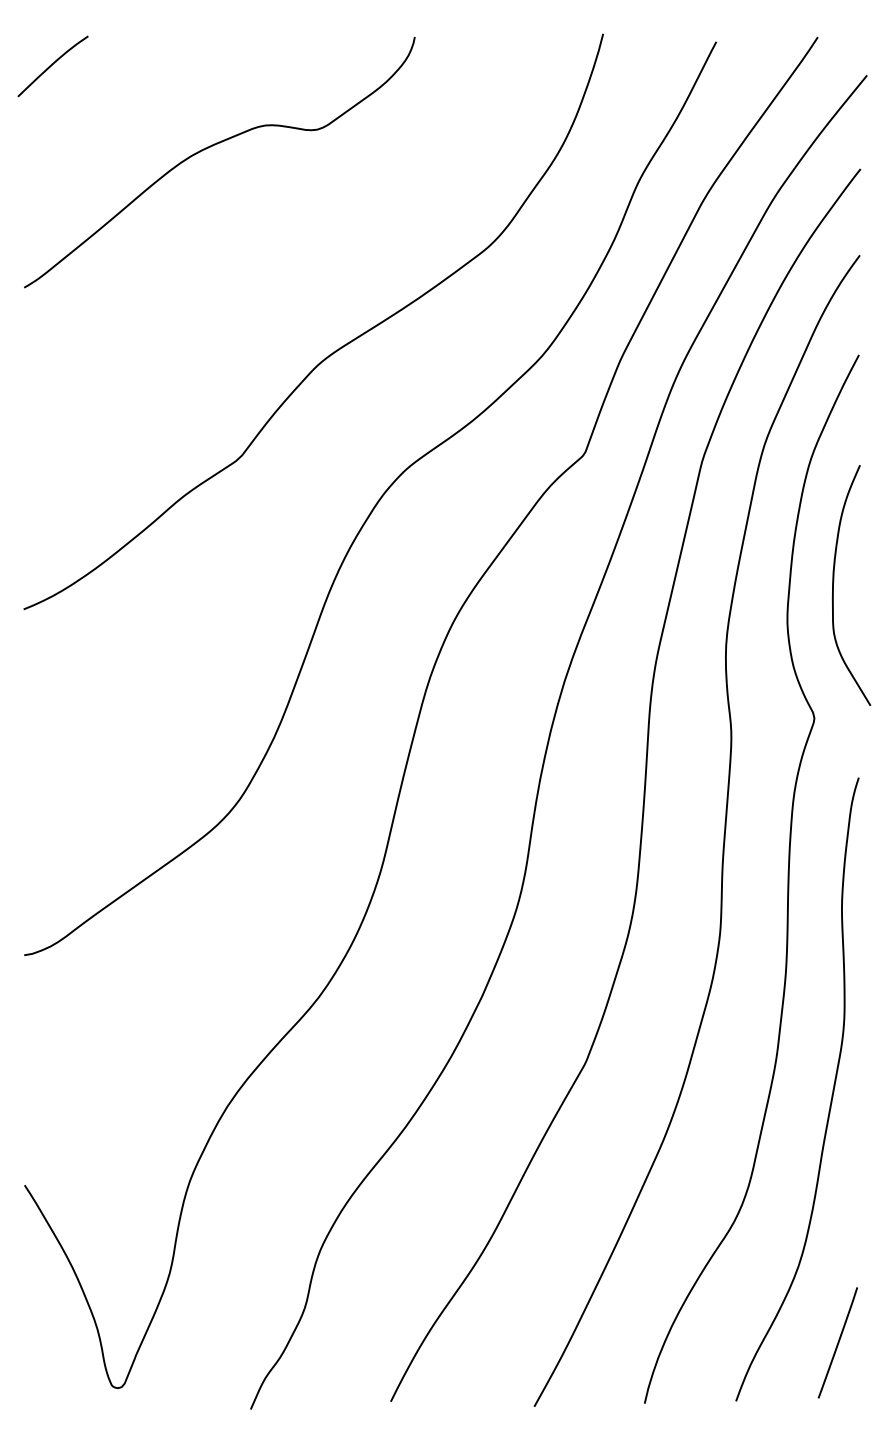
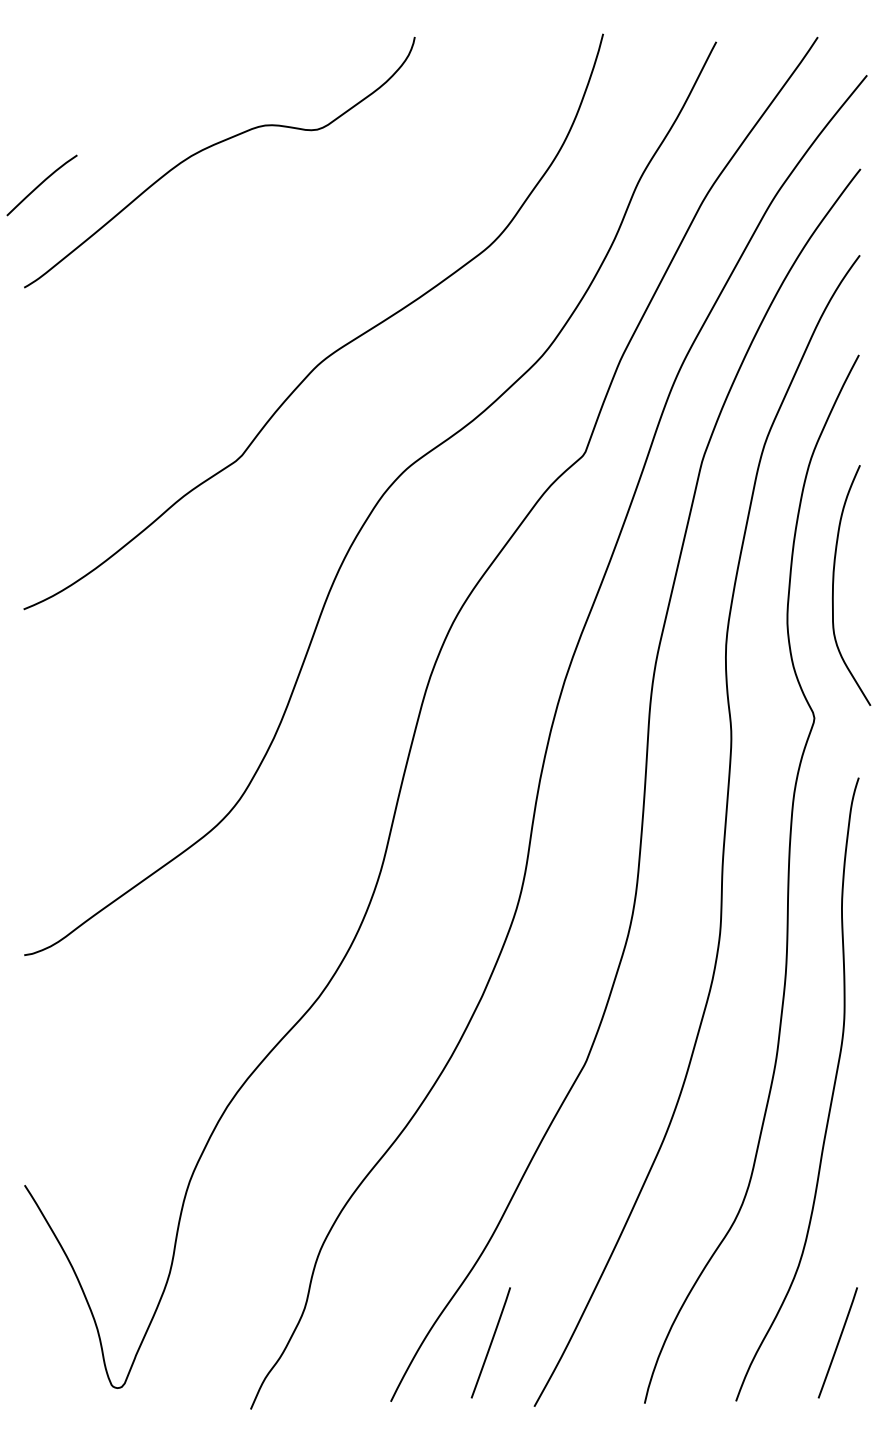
curve at (52, 65) position: (52, 65) -> (41, 184)
line at (490, 1342): none -> present
